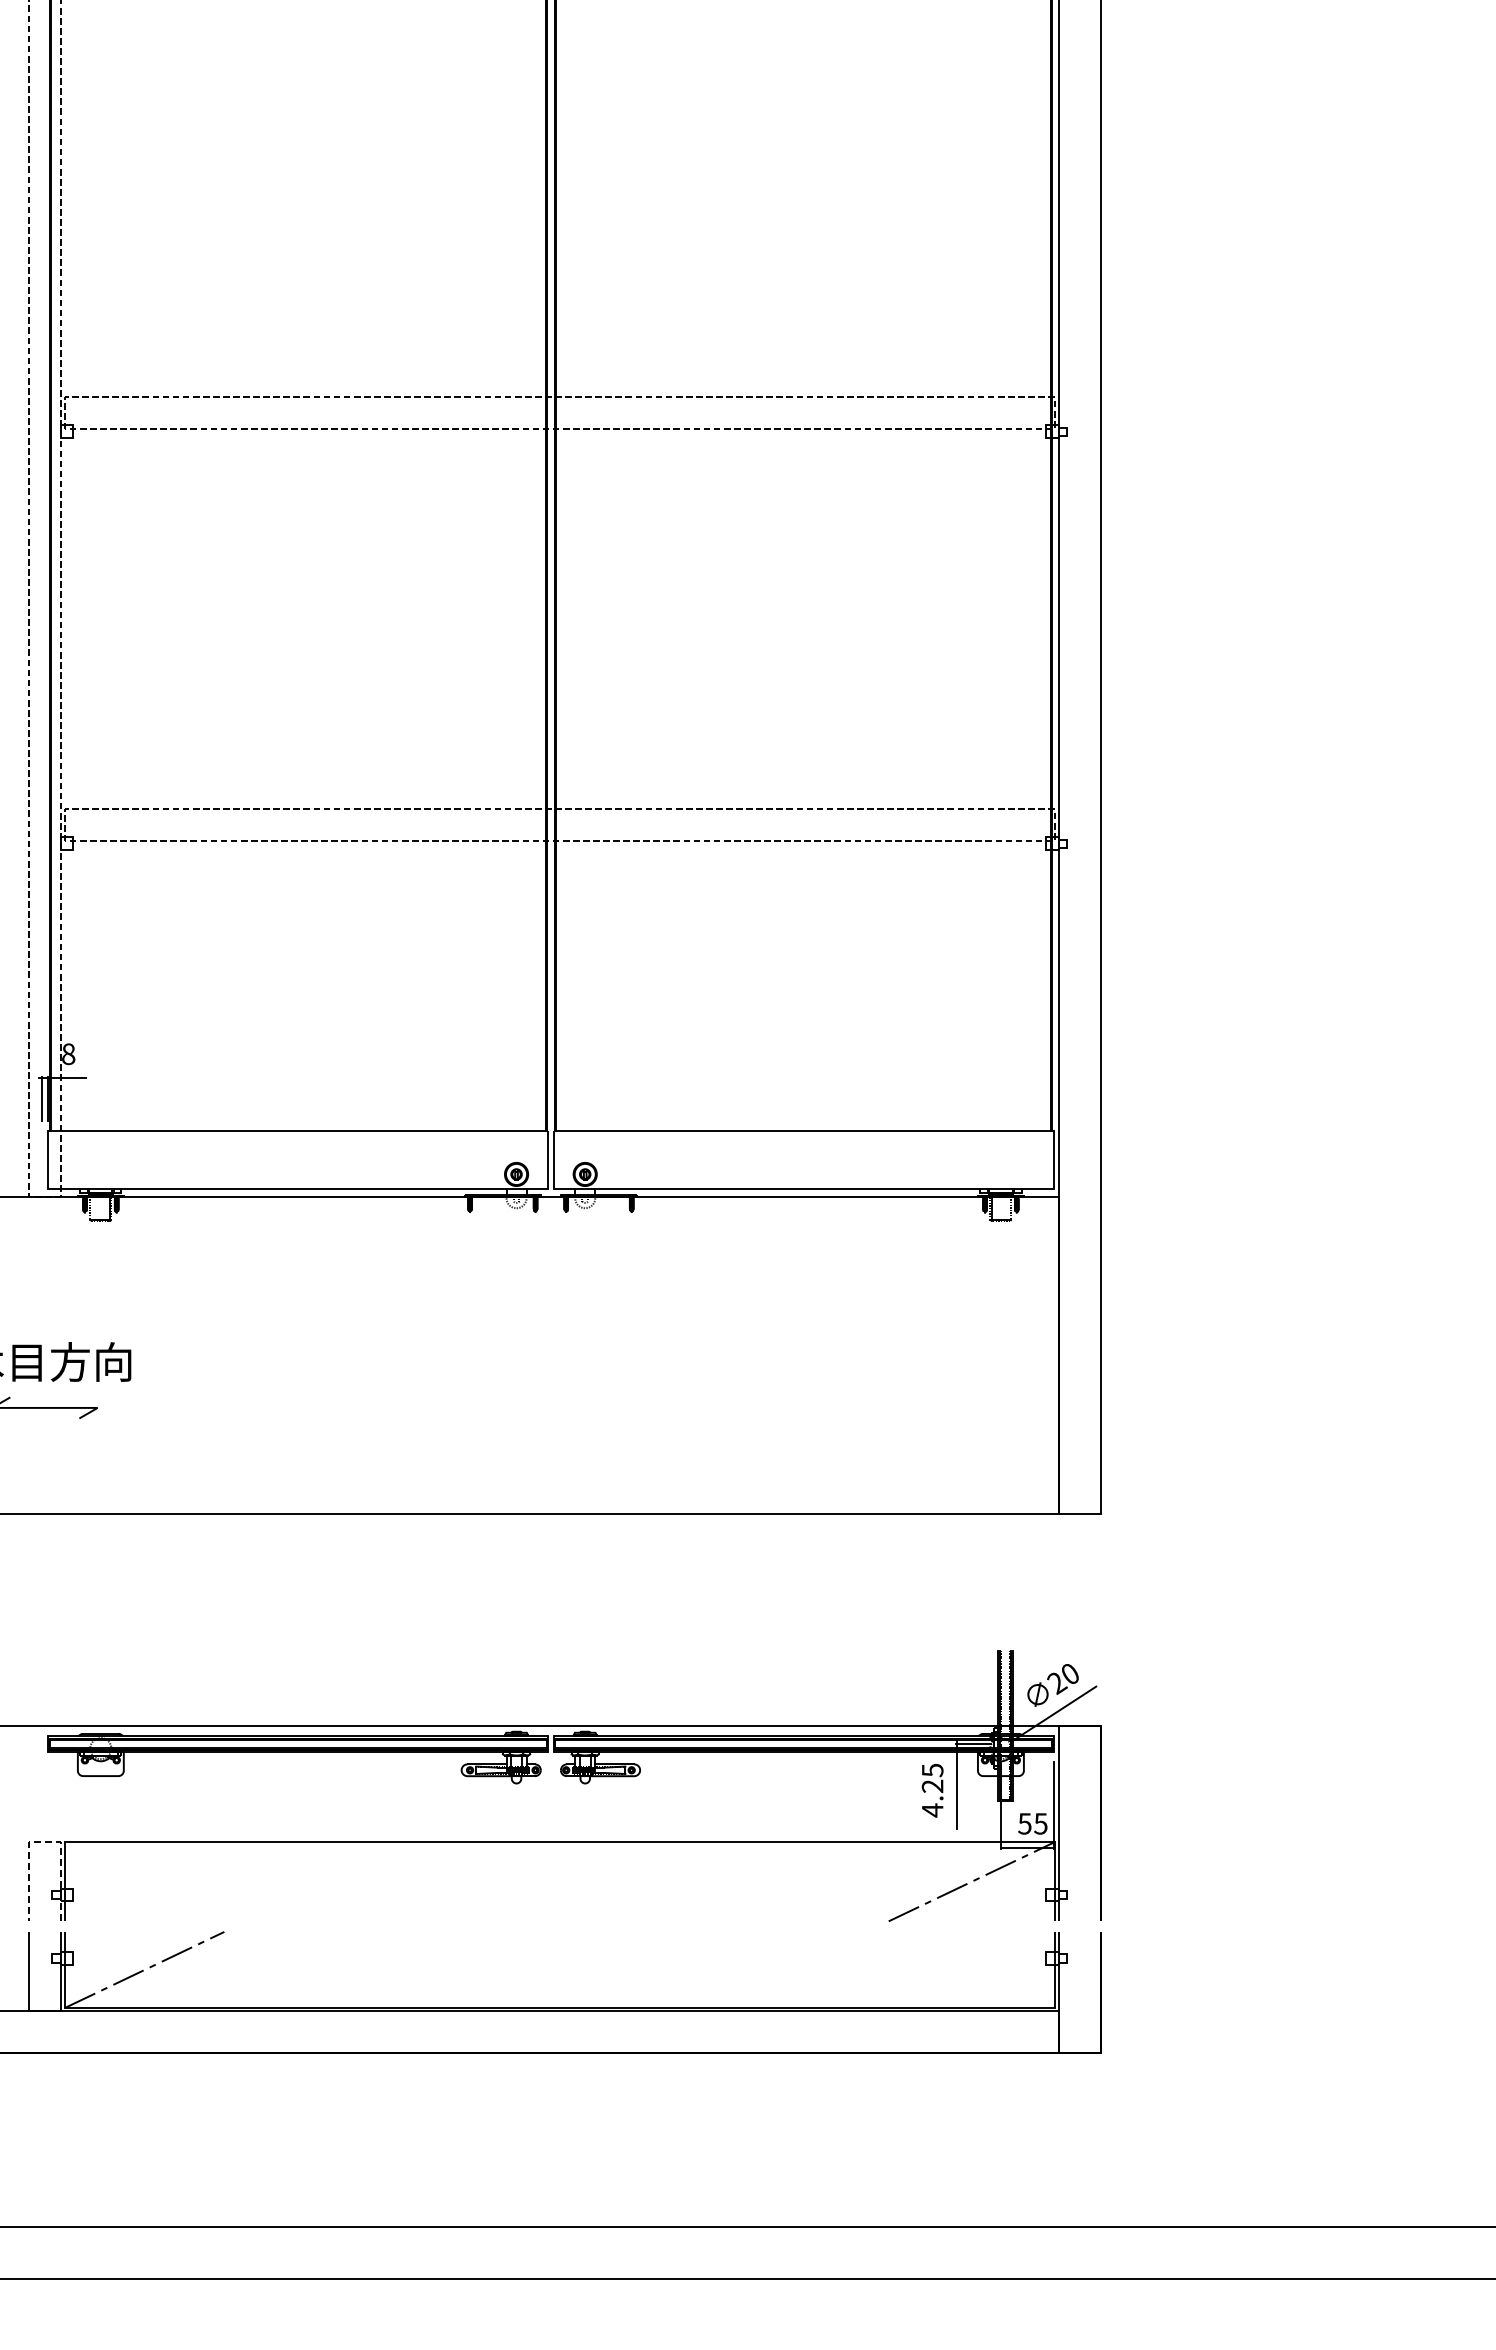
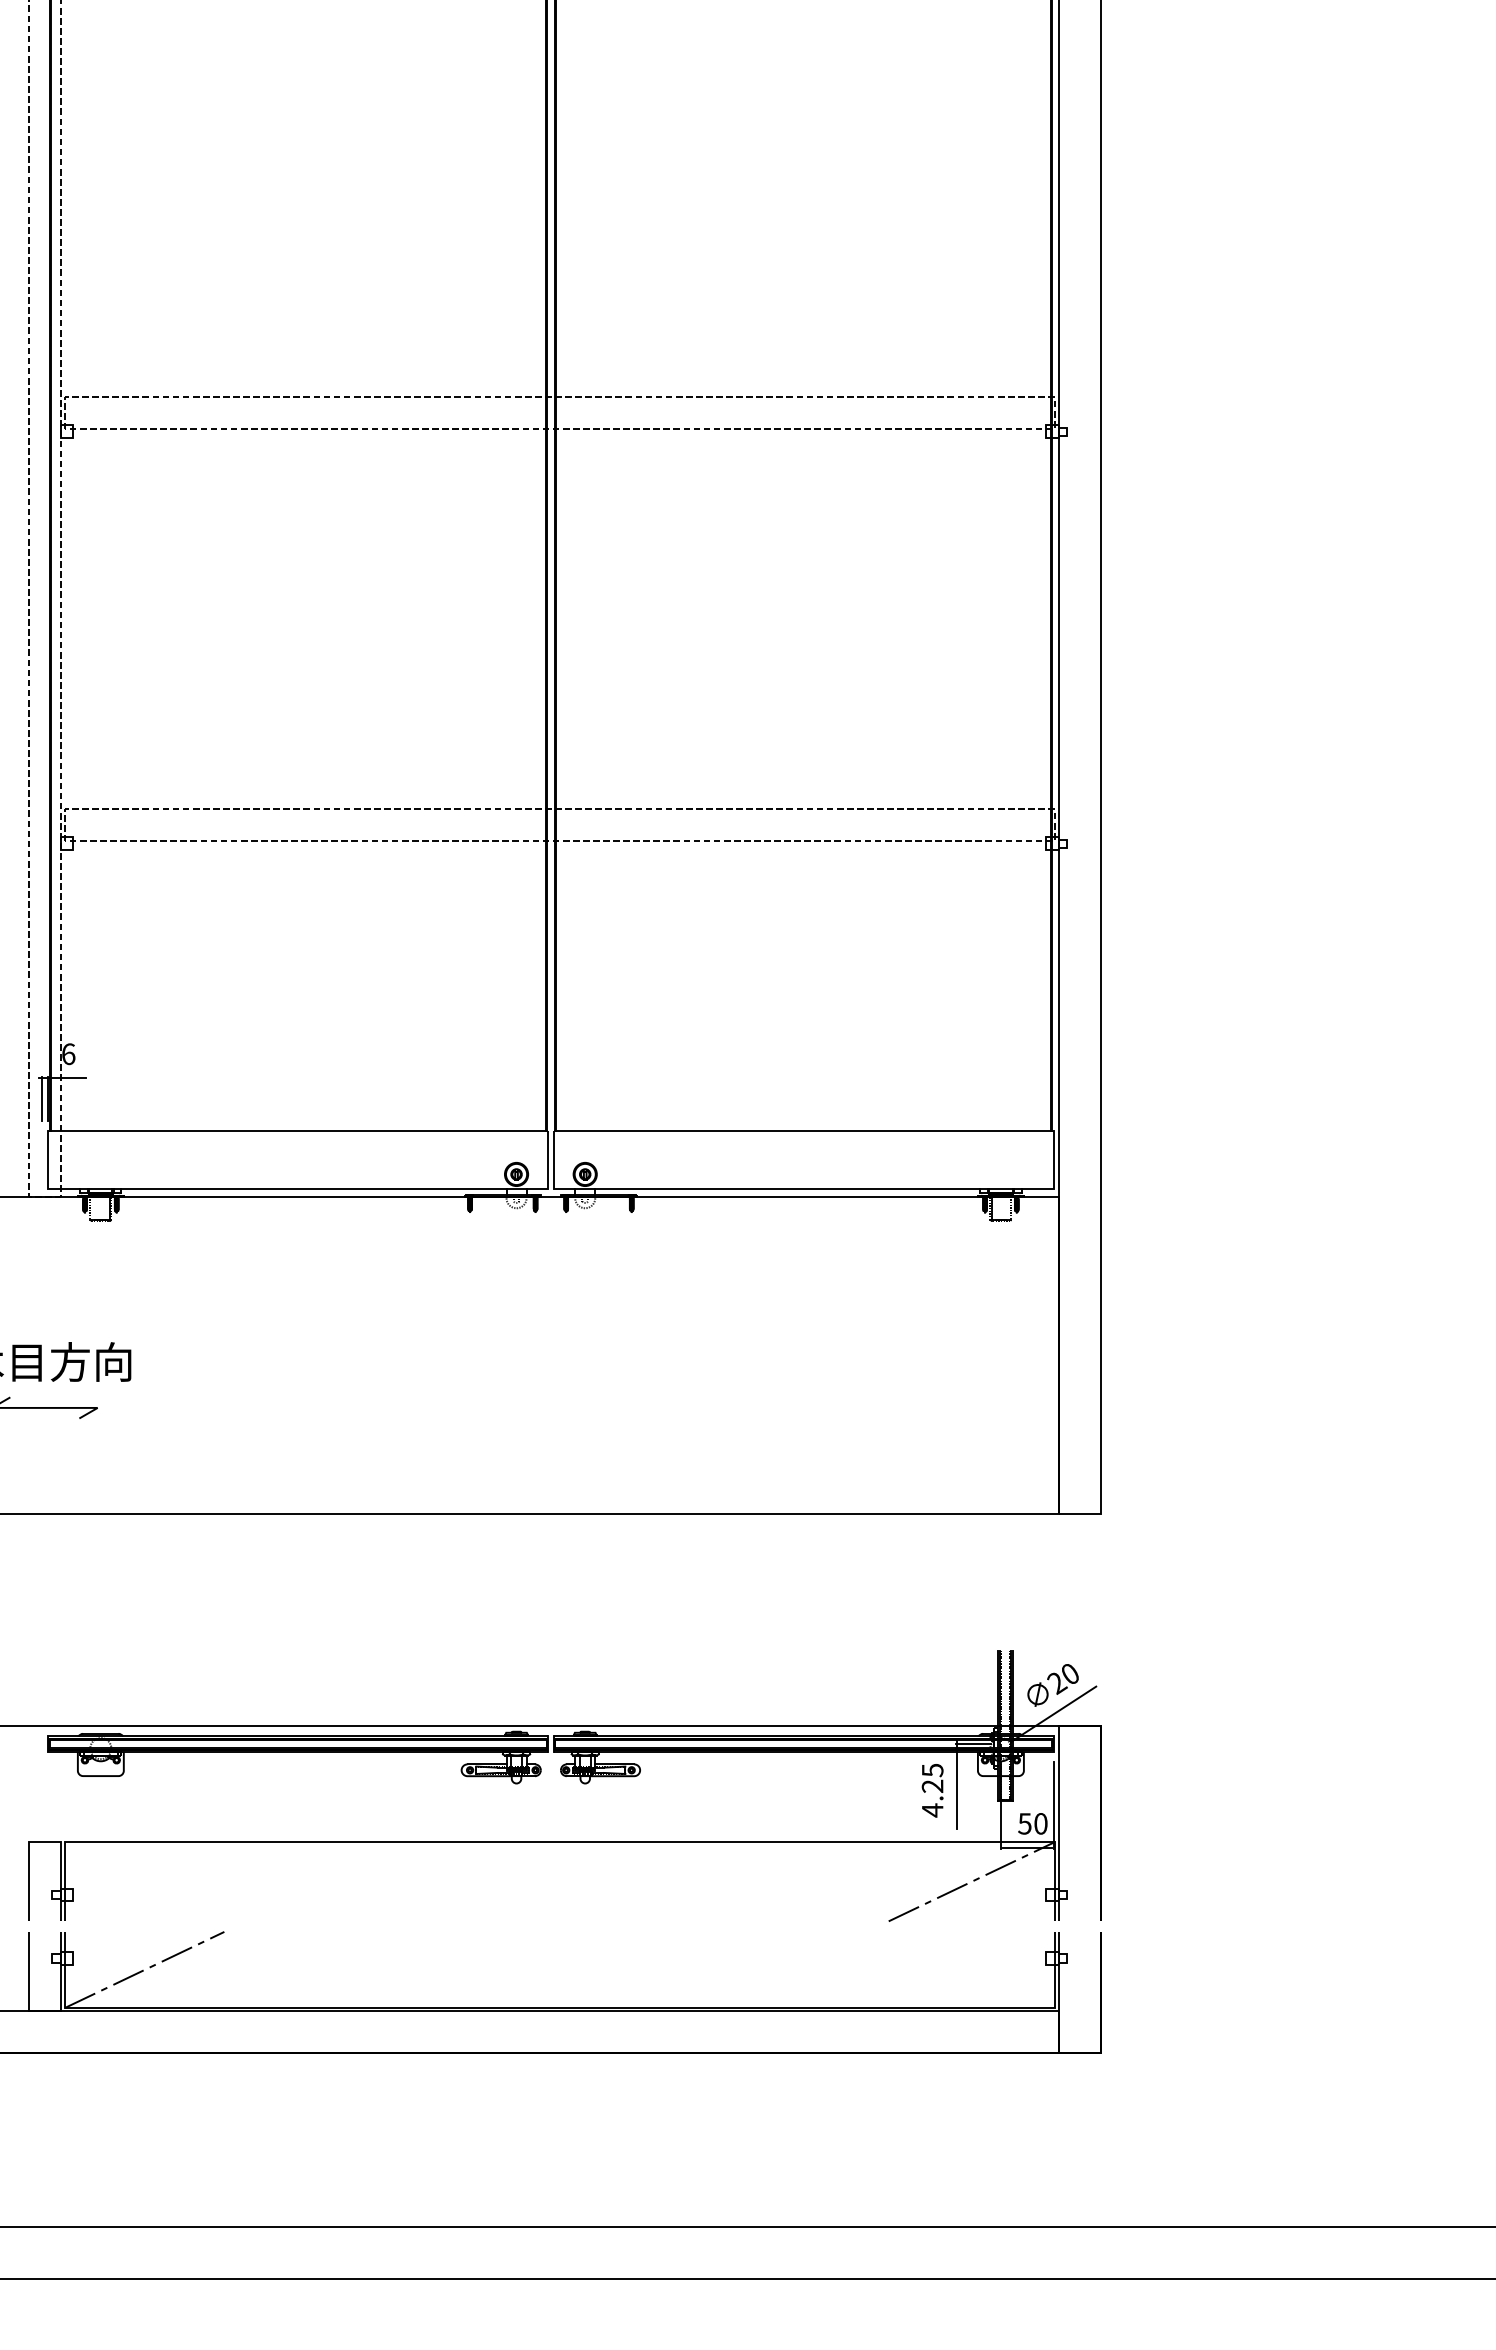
text at (68, 1053): 8 -> 6
text at (1040, 1823): 55 -> 50
line at (44, 1842): dashed -> solid
